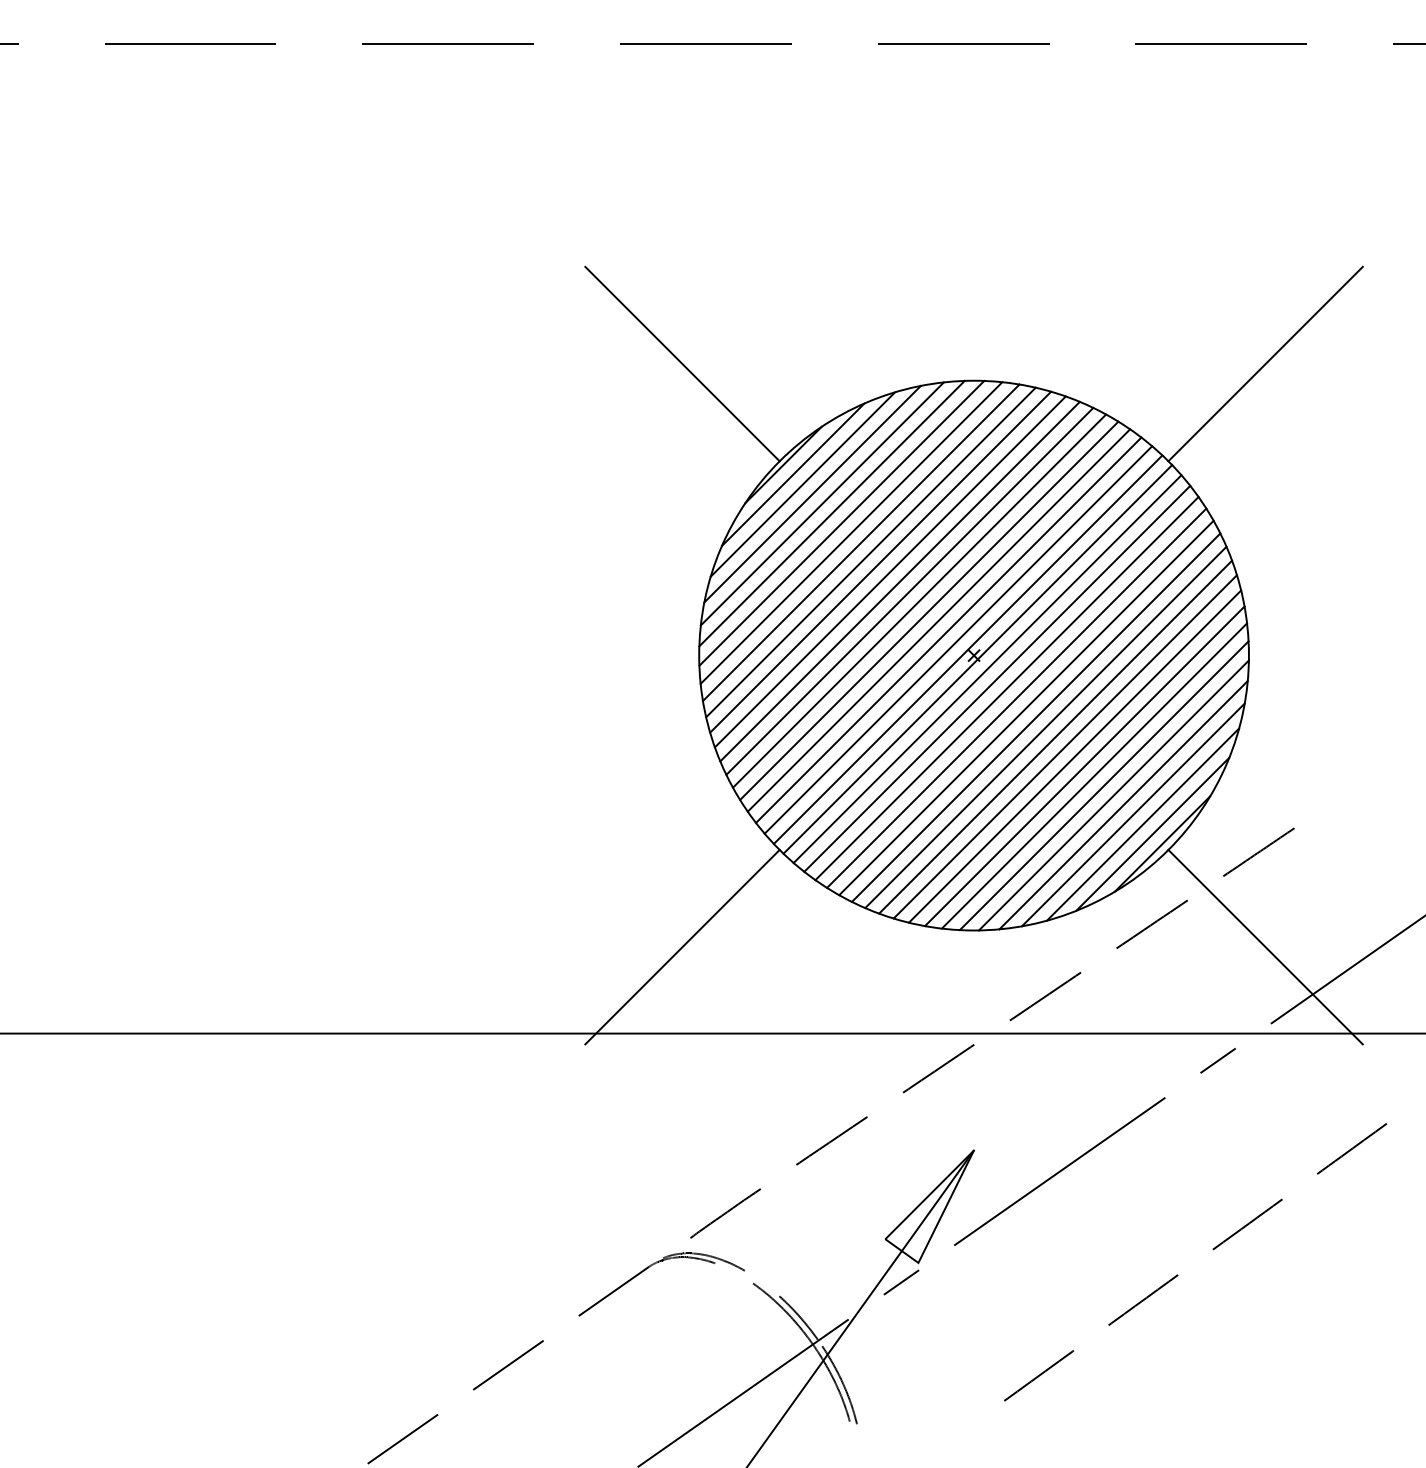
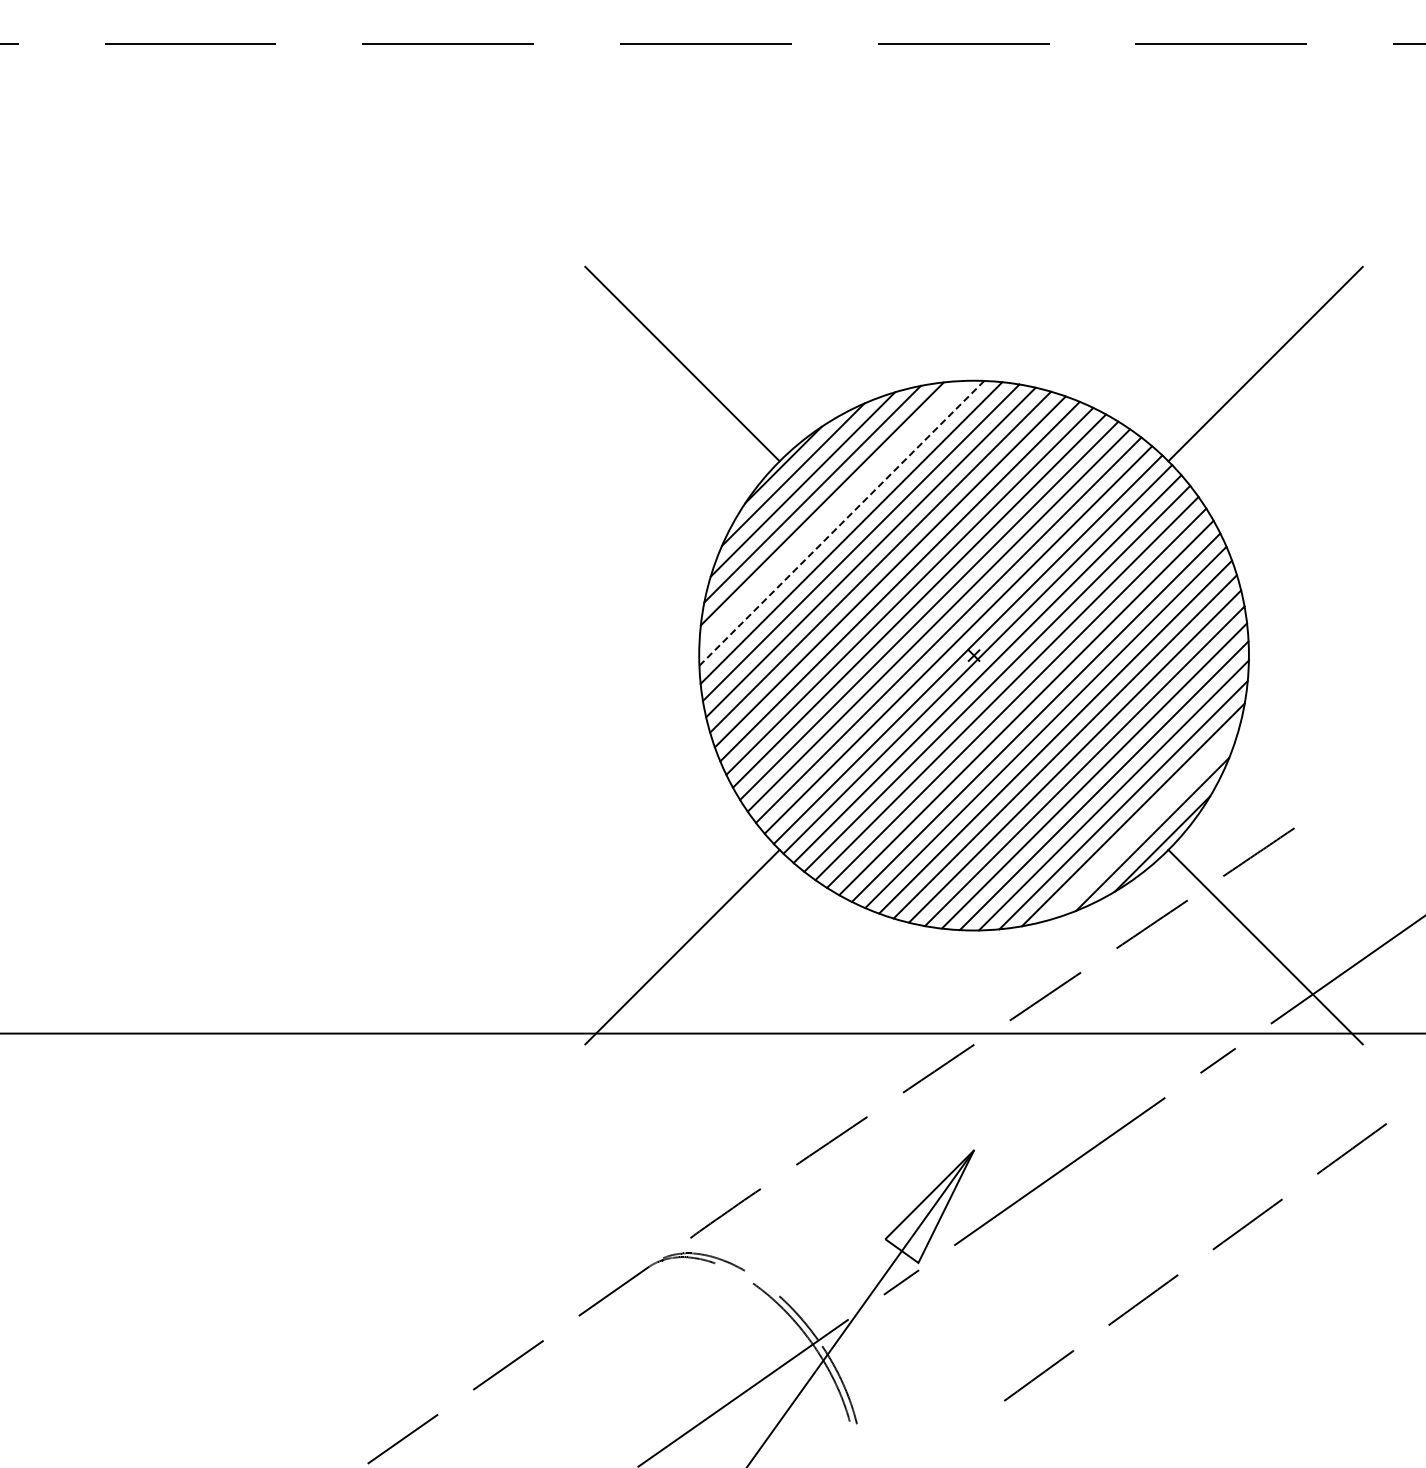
line at (831, 513): present -> none
line at (842, 523): solid -> dashed
line at (1143, 824): present -> none
